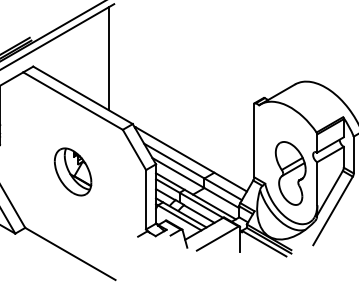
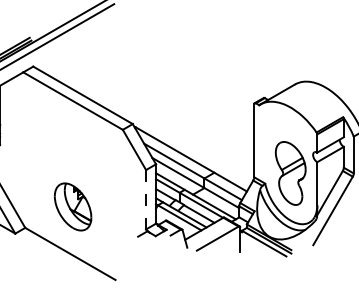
line at (109, 58): present -> none
part at (73, 171) position: (73, 171) -> (73, 206)
line at (146, 199): solid -> dashed
